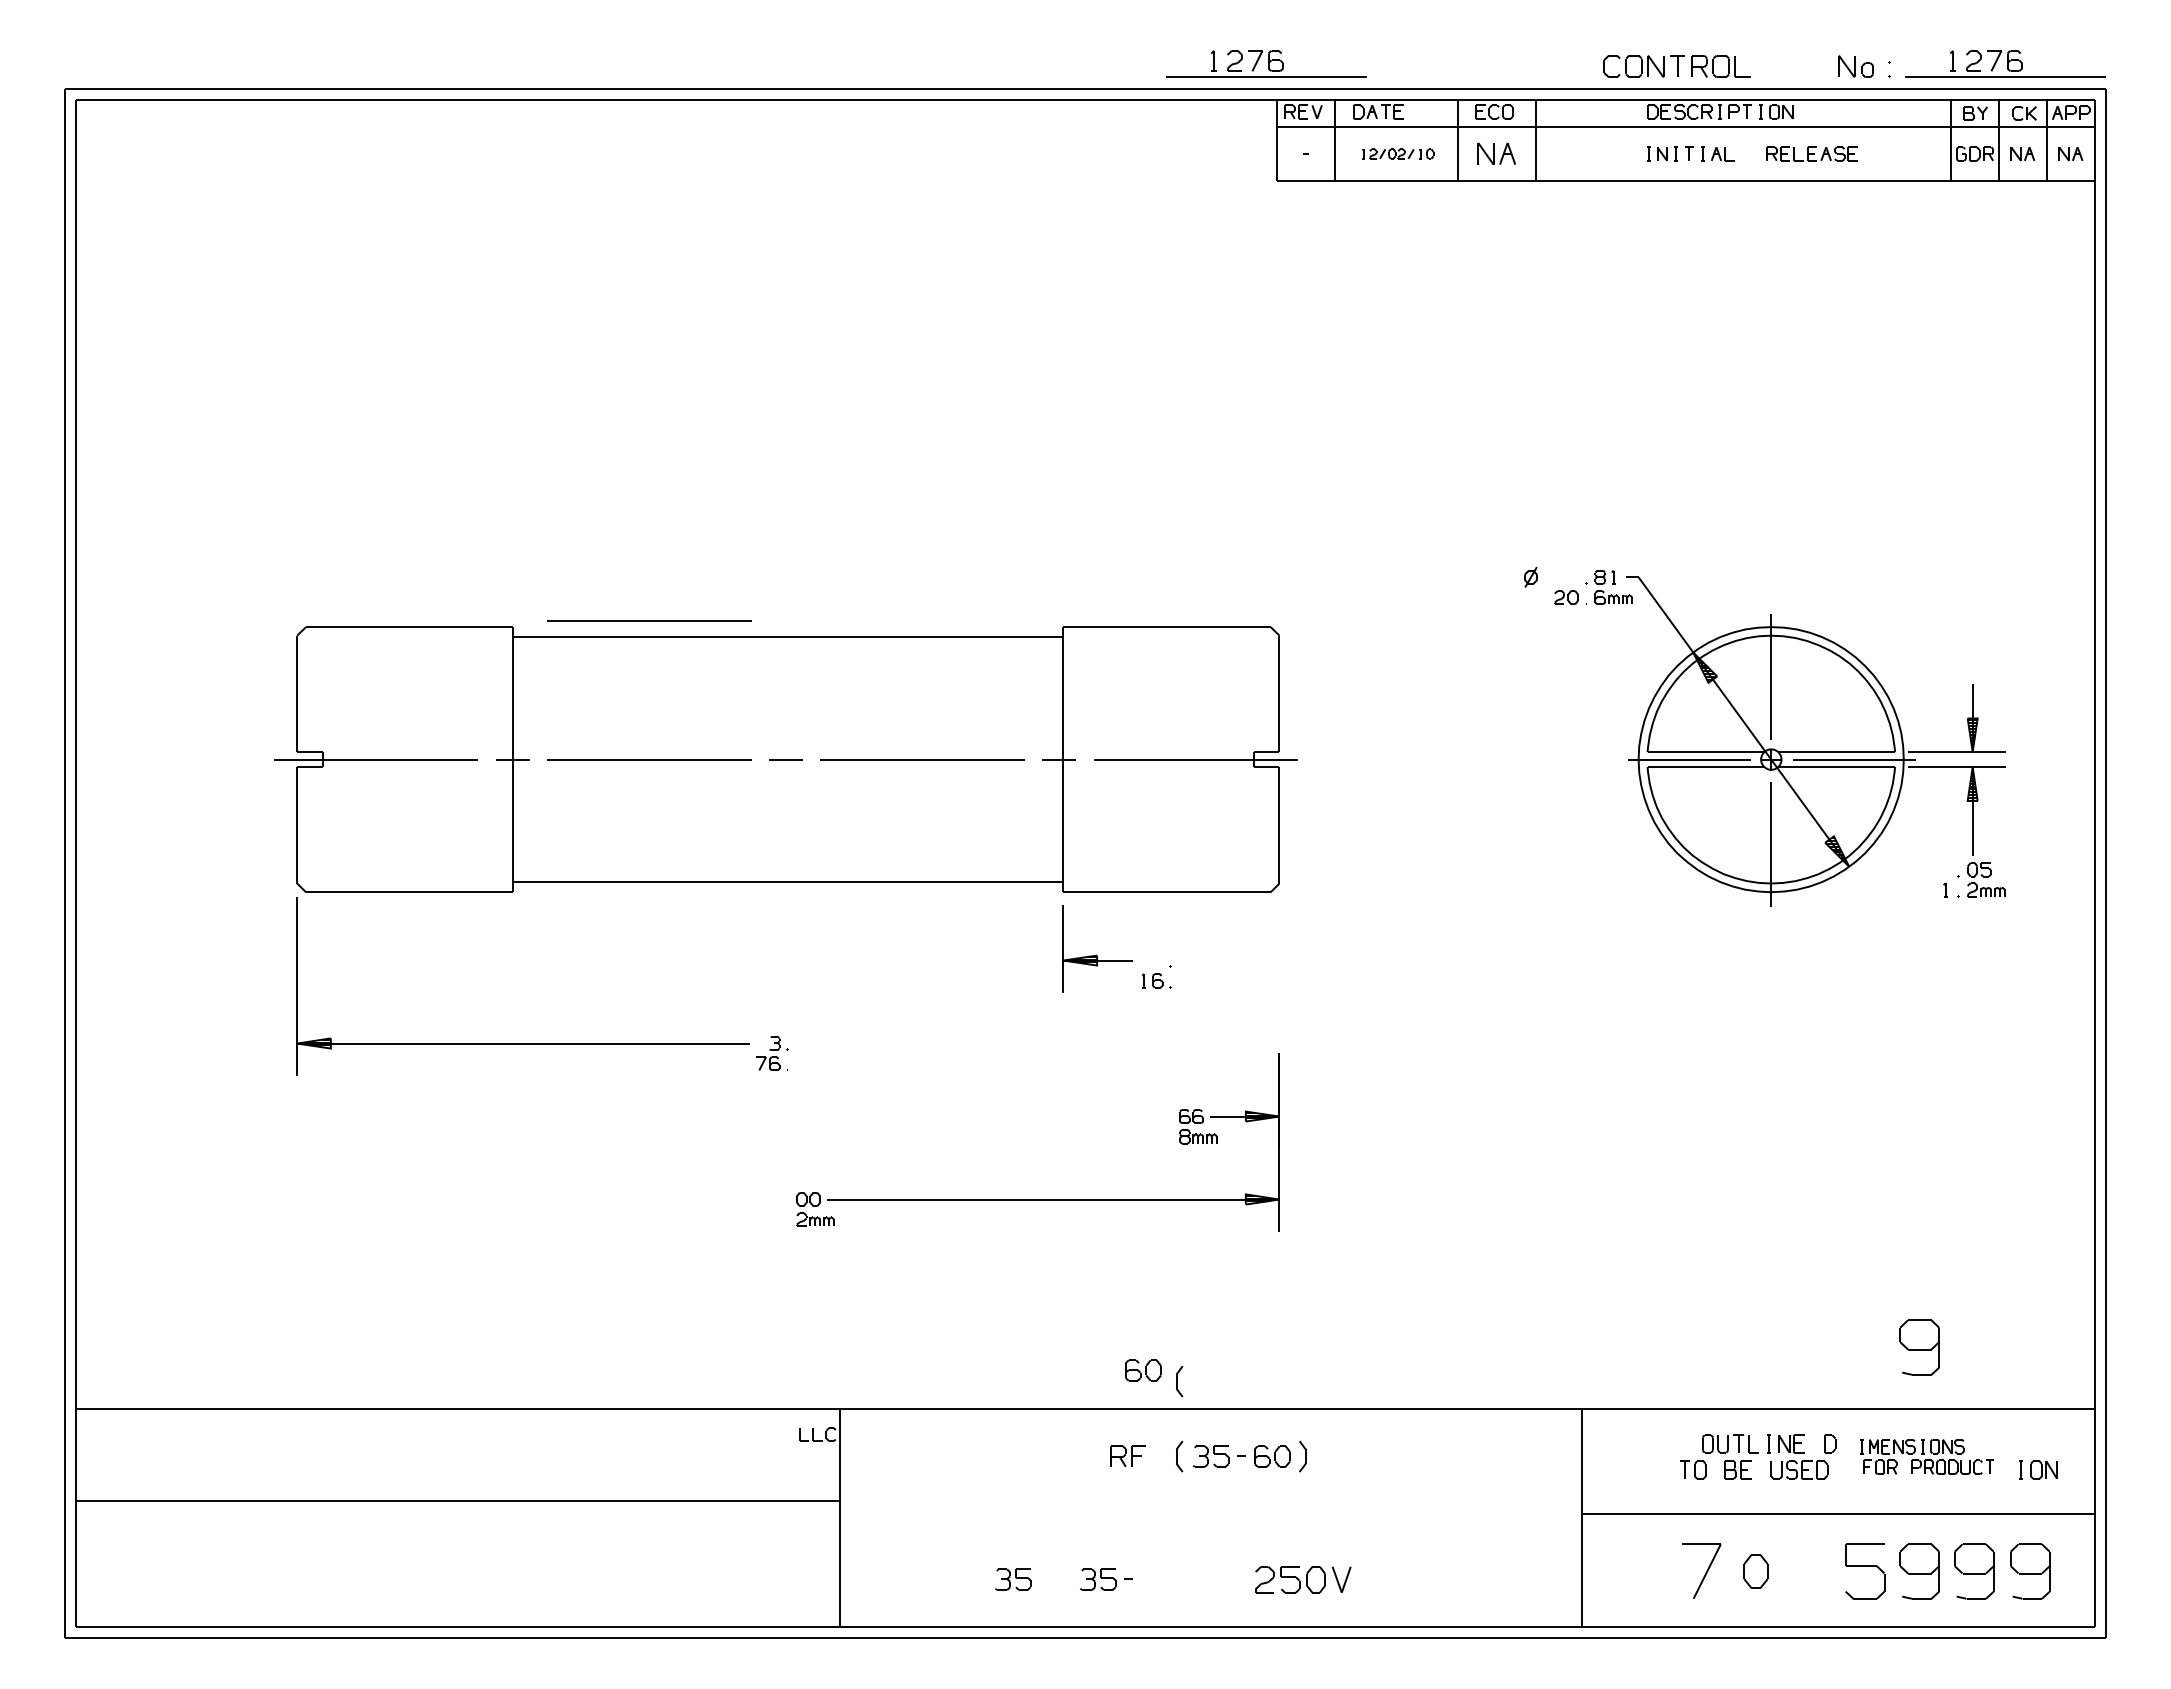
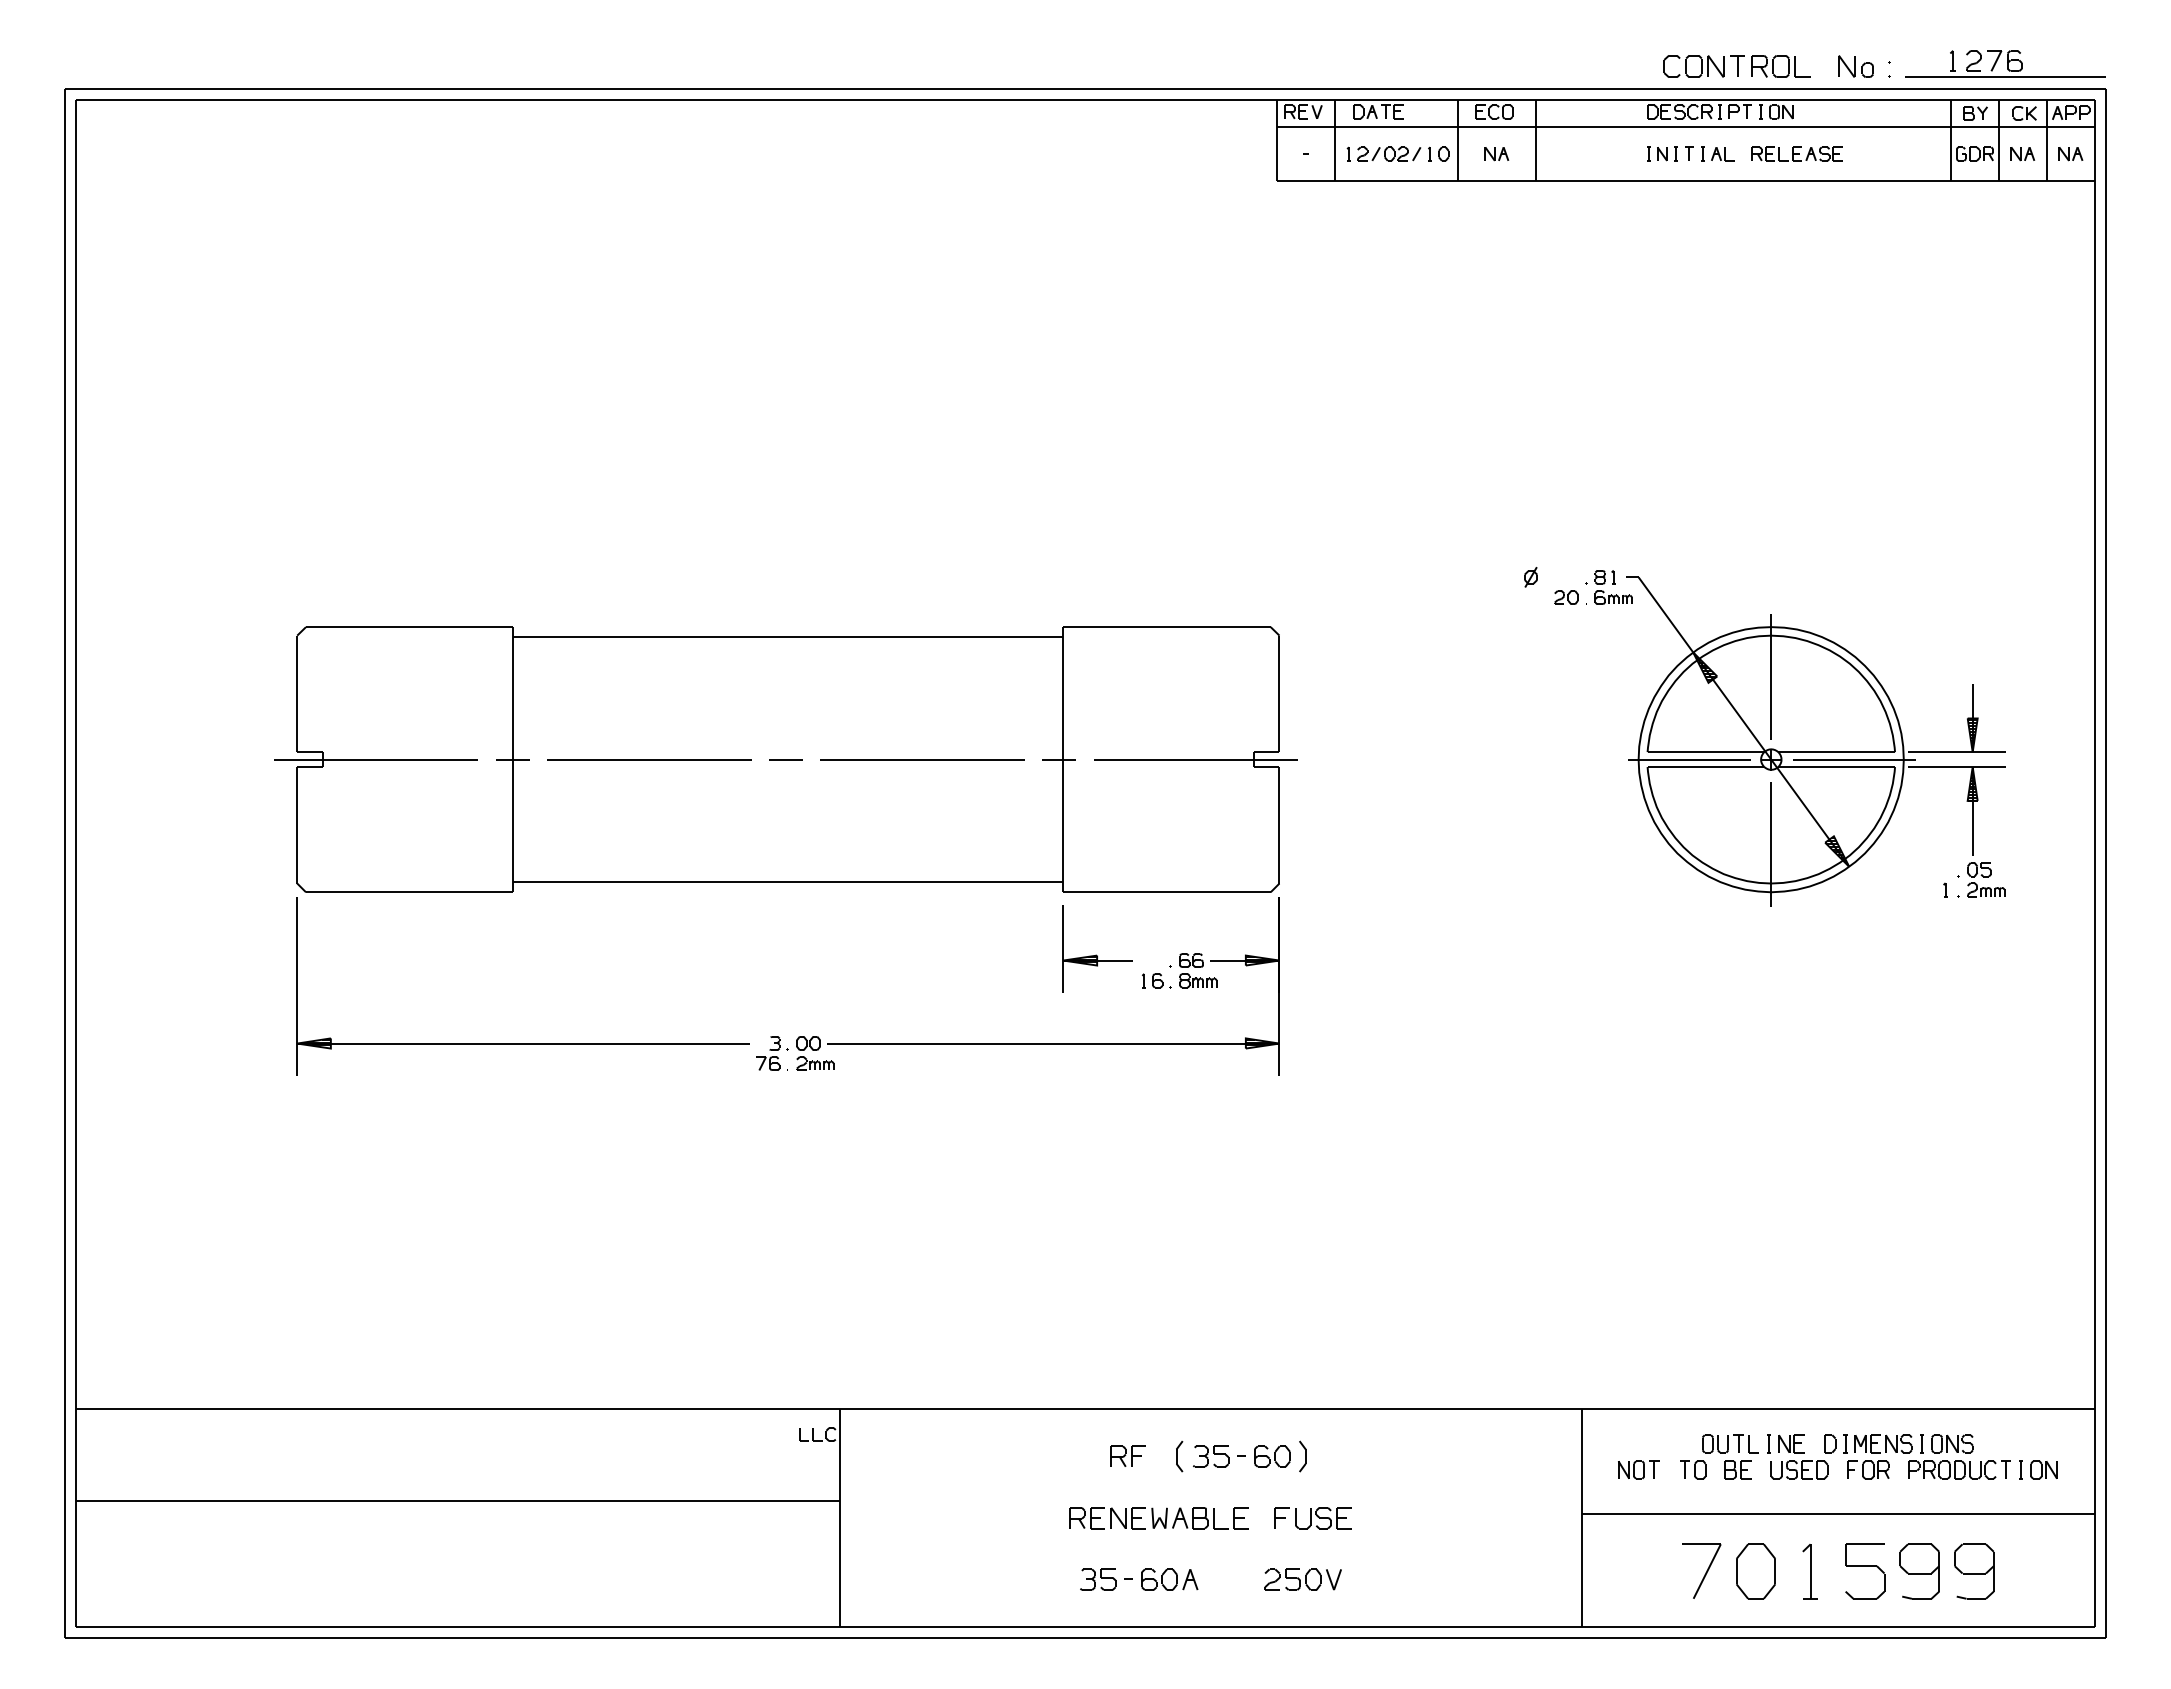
part at (1266, 63): present -> none
part at (1676, 66) position: (1676, 66) -> (1736, 66)
part at (1398, 153) size: 73x12 px -> 104x16 px
part at (1496, 153) size: 39x23 px -> 26x15 px
part at (1811, 153) position: (1811, 153) -> (1796, 153)
line at (649, 620): present -> none
part at (1037, 1199) position: (1037, 1199) -> (1037, 1043)
part at (1919, 1347): present -> none
part at (1143, 1370): present -> none
part at (1179, 1381): present -> none
part at (1926, 1456) size: 134x36 px -> 168x46 px
part at (1638, 1469): none -> present
part at (1158, 1518): none -> present
part at (1312, 1518): none -> present
part at (1755, 1571) size: 26x35 px -> 40x57 px
part at (1809, 1571): none -> present
part at (2030, 1571): present -> none
part at (1013, 1579): present -> none
part at (1169, 1579): none -> present
part at (1303, 1579) size: 97x28 px -> 78x23 px
